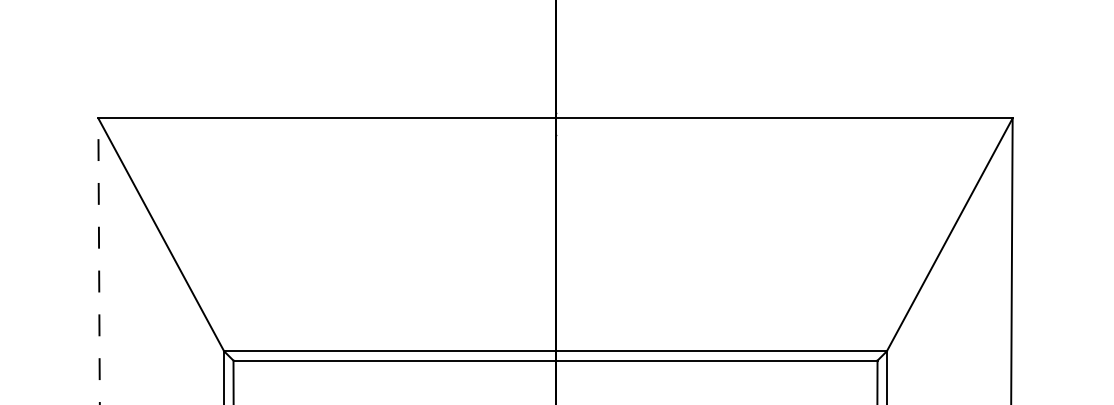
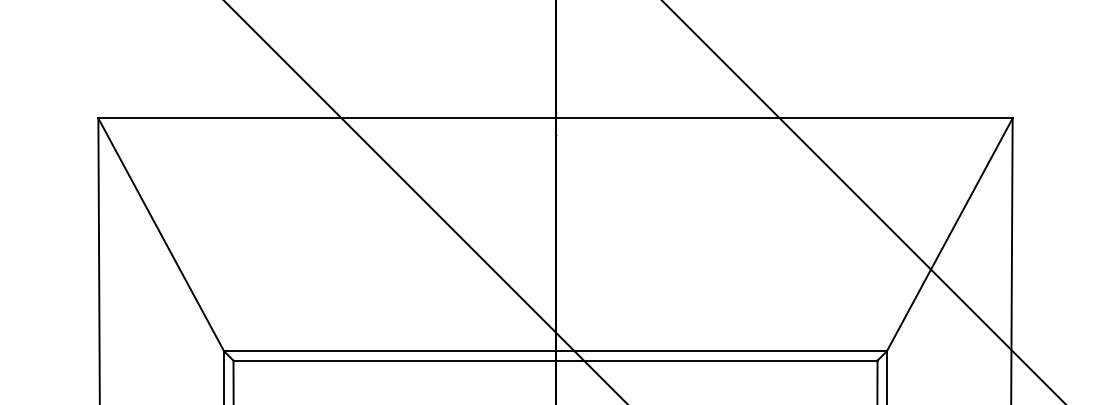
line at (424, 201): none -> present
line at (863, 201): none -> present
line at (99, 261): dashed -> solid
